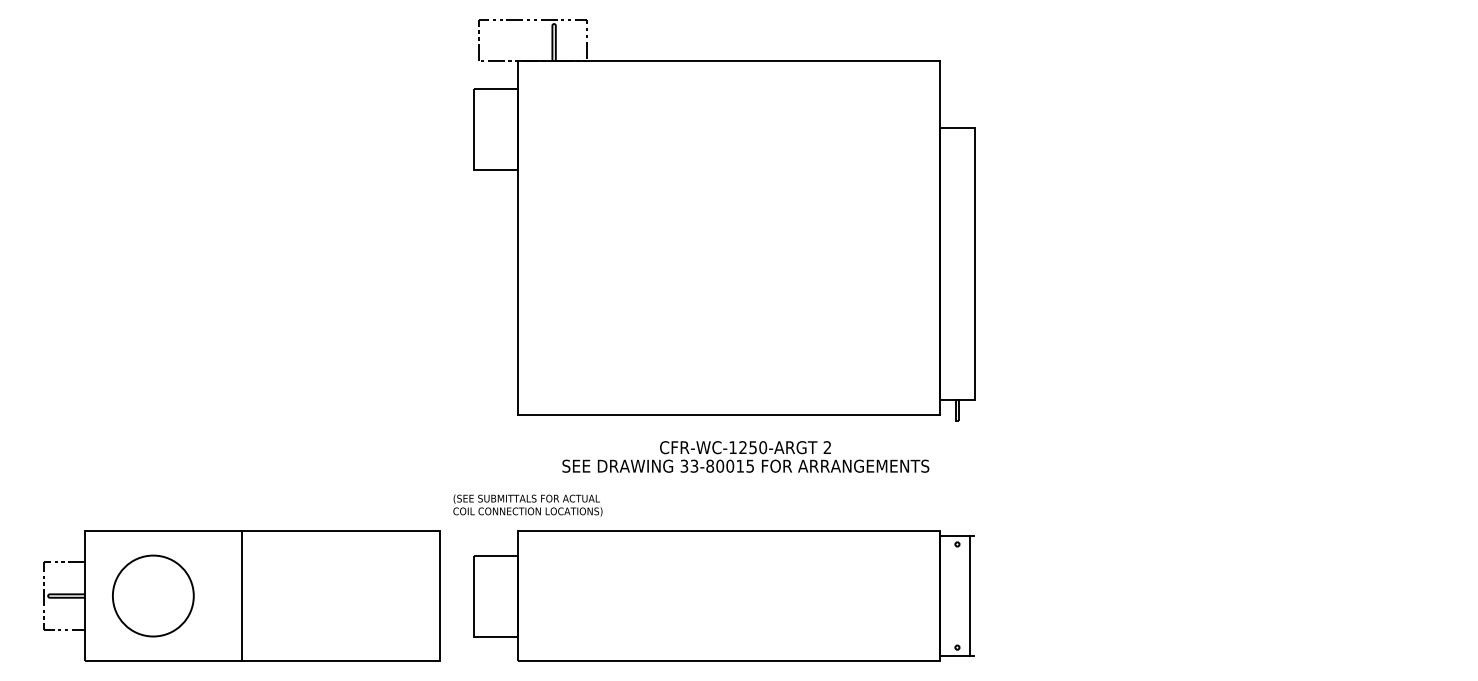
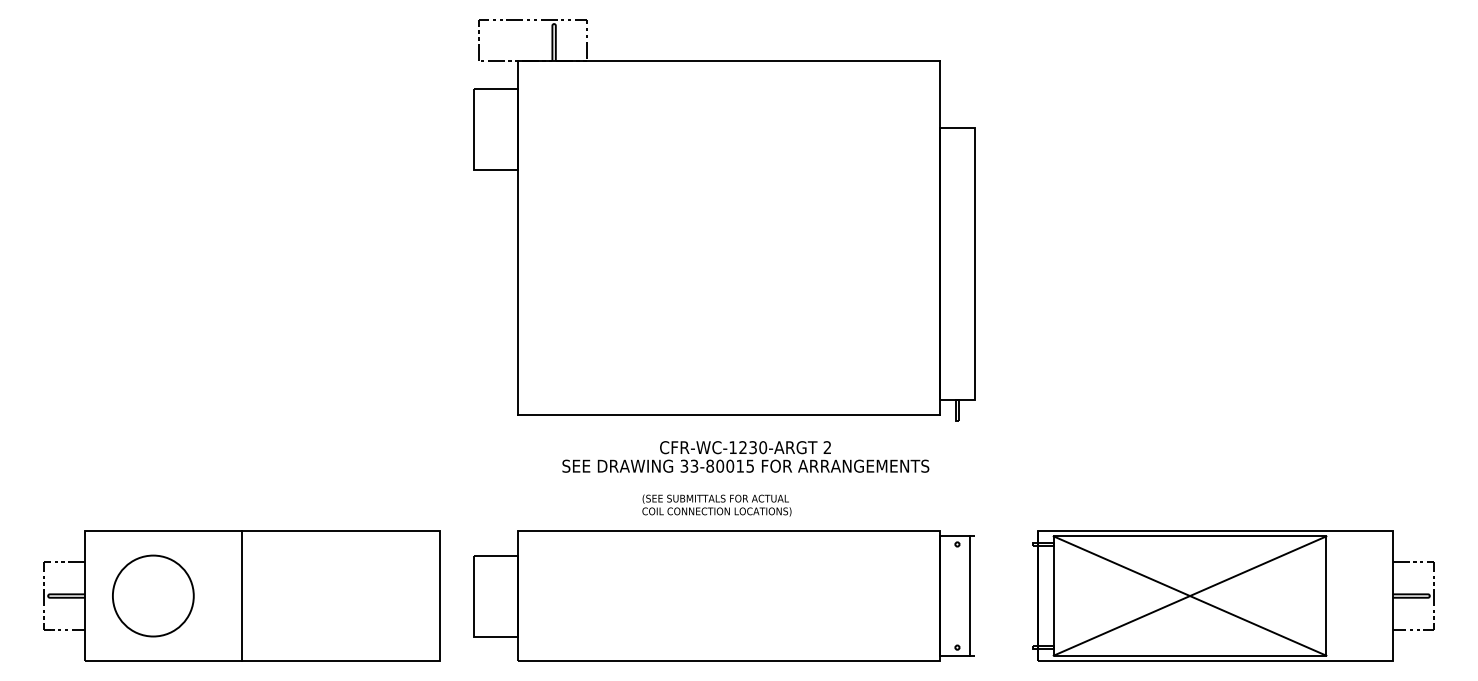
text at (752, 447): CFR-WC-1250-ARGT -> CFR-WC-1230-ARGT
text at (527, 505) position: (527, 505) -> (716, 505)
part at (1233, 595): none -> present
